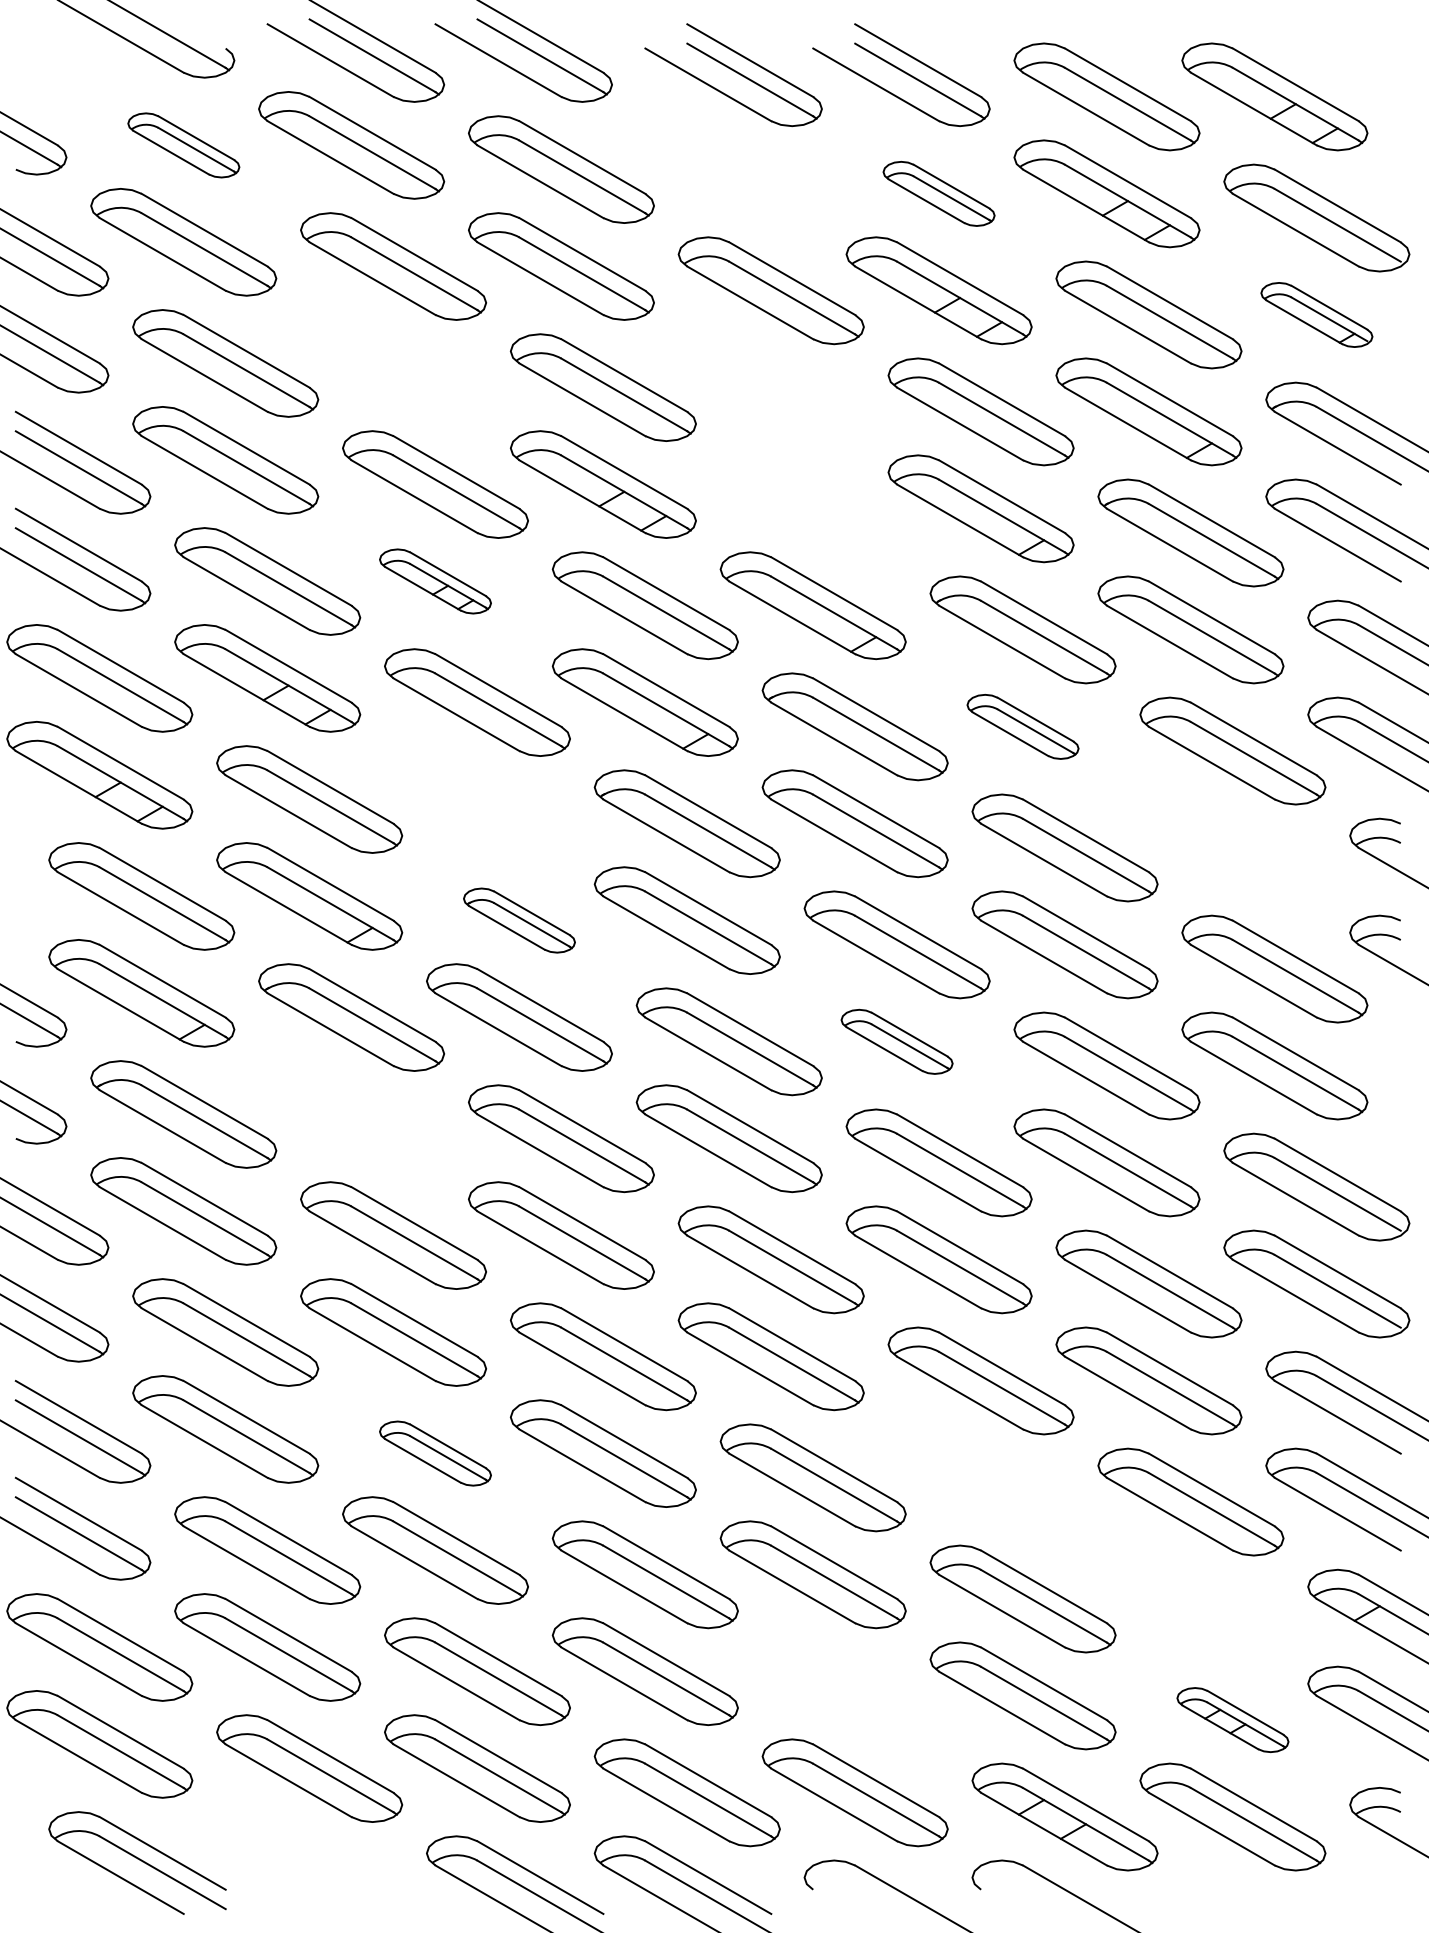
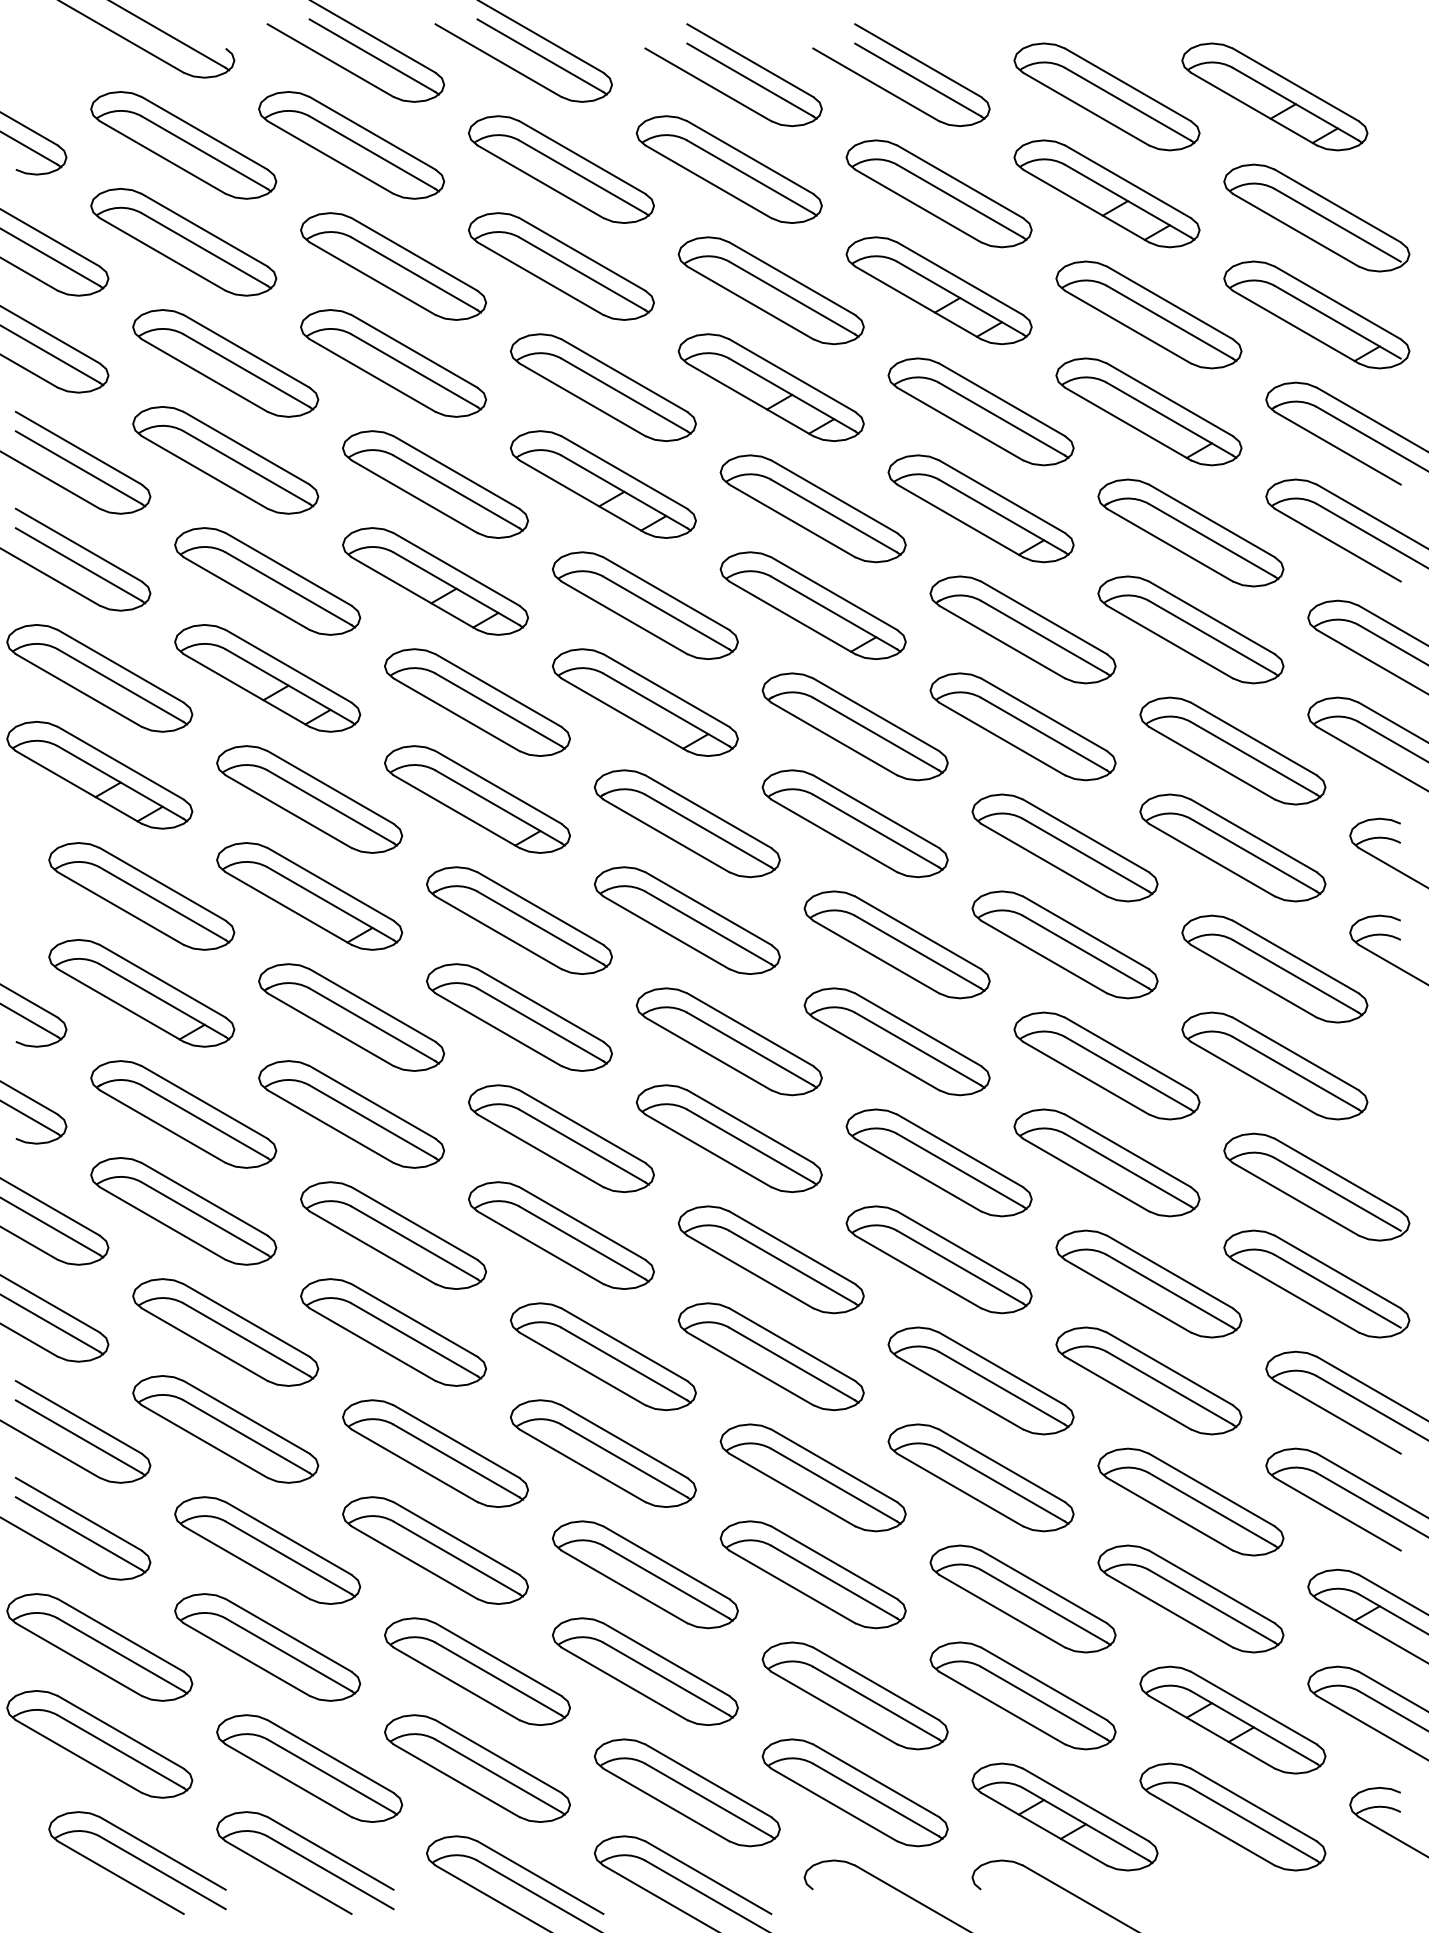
part at (183, 145) size: 114x67 px -> 188x109 px
part at (728, 169): none -> present
part at (938, 193) size: 114x66 px -> 188x110 px
part at (1316, 314) size: 114x66 px -> 188x110 px
part at (393, 363): none -> present
part at (770, 387): none -> present
part at (812, 508): none -> present
part at (435, 581) size: 113x67 px -> 187x109 px
part at (1022, 726) size: 114x66 px -> 188x110 px
part at (477, 799): none -> present
part at (1232, 847): none -> present
part at (519, 920) size: 113x67 px -> 187x109 px
part at (896, 1041) size: 114x67 px -> 188x110 px
part at (351, 1114): none -> present
part at (435, 1453) size: 113x67 px -> 187x109 px
part at (980, 1477): none -> present
part at (1190, 1598): none -> present
part at (854, 1695): none -> present
part at (1232, 1719) size: 114x66 px -> 188x110 px
part at (305, 1862): none -> present
